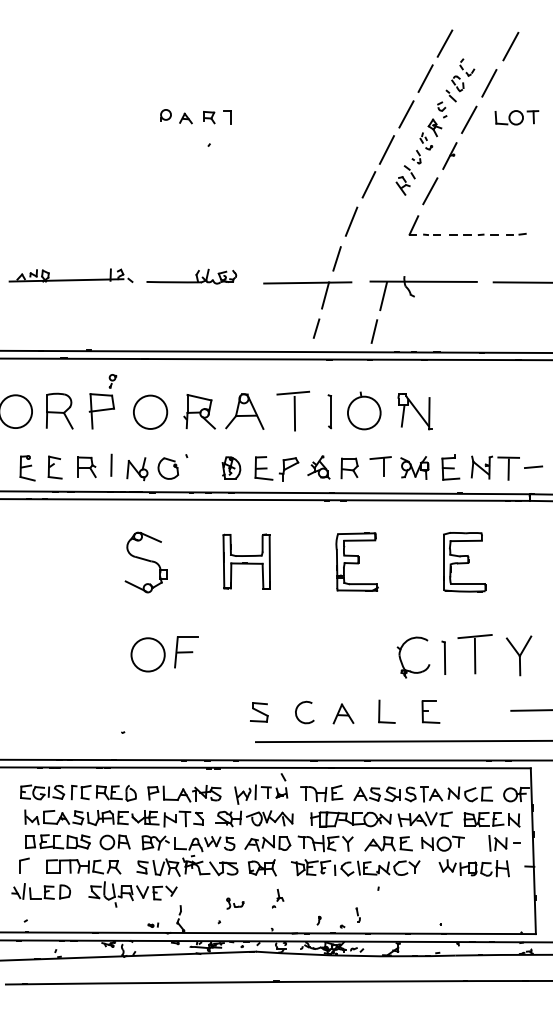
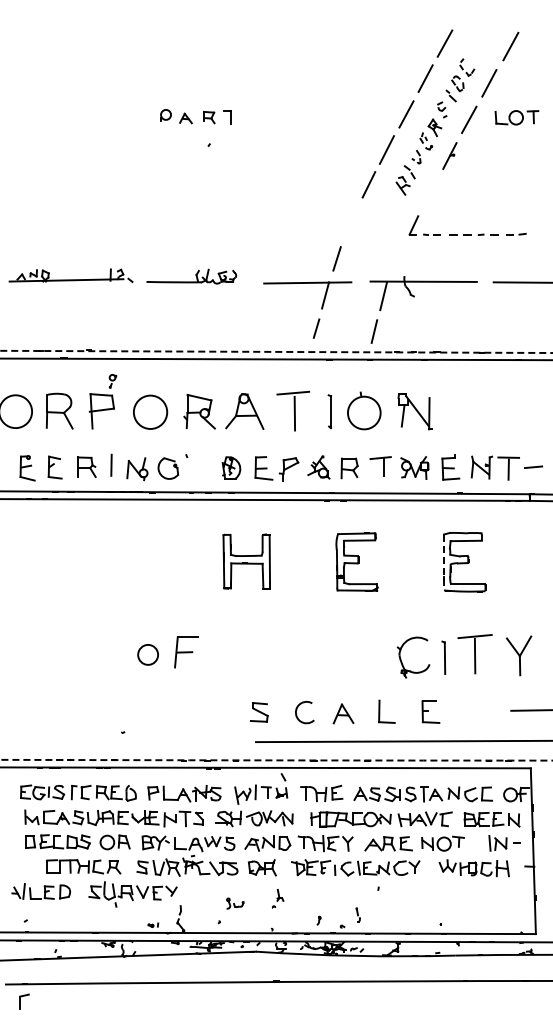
line at (430, 191): present -> none
line at (351, 221): present -> none
line at (276, 351): solid -> dashed
part at (145, 562): present -> none
line at (444, 562): solid -> dashed
circle at (147, 654) diameter: 33 px -> 20 px
arc at (276, 760): solid -> dashed
part at (24, 865) position: (24, 865) -> (24, 1001)
